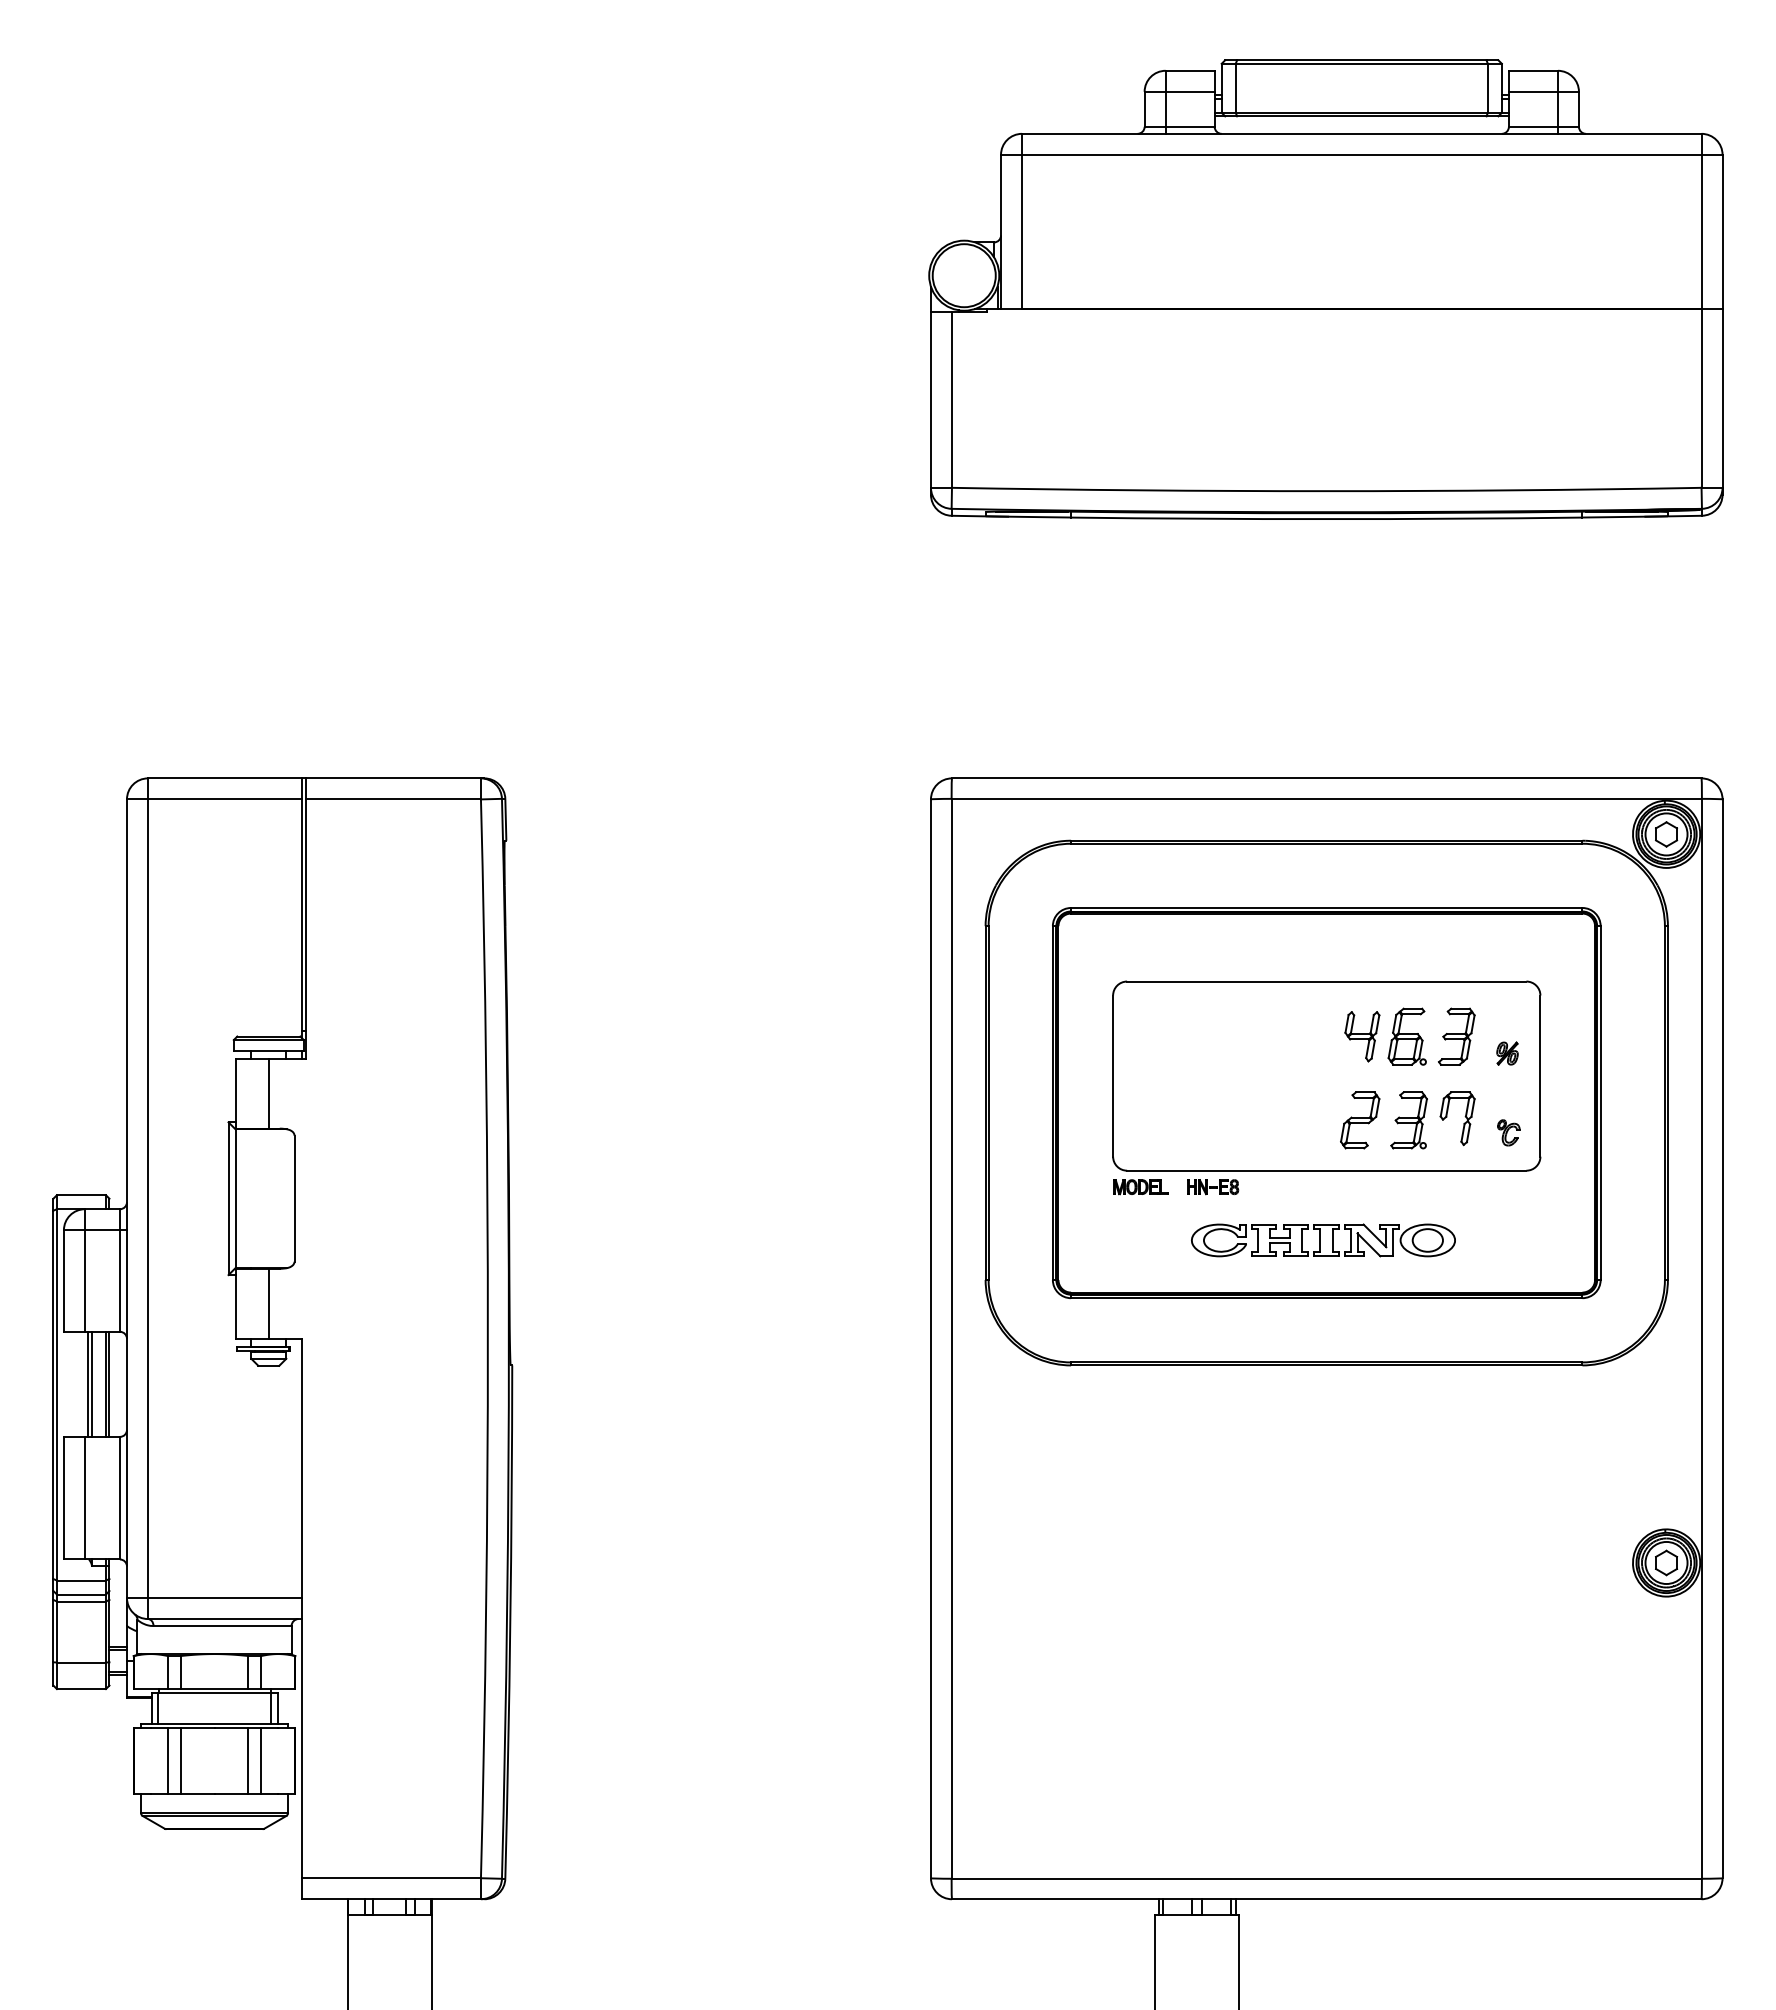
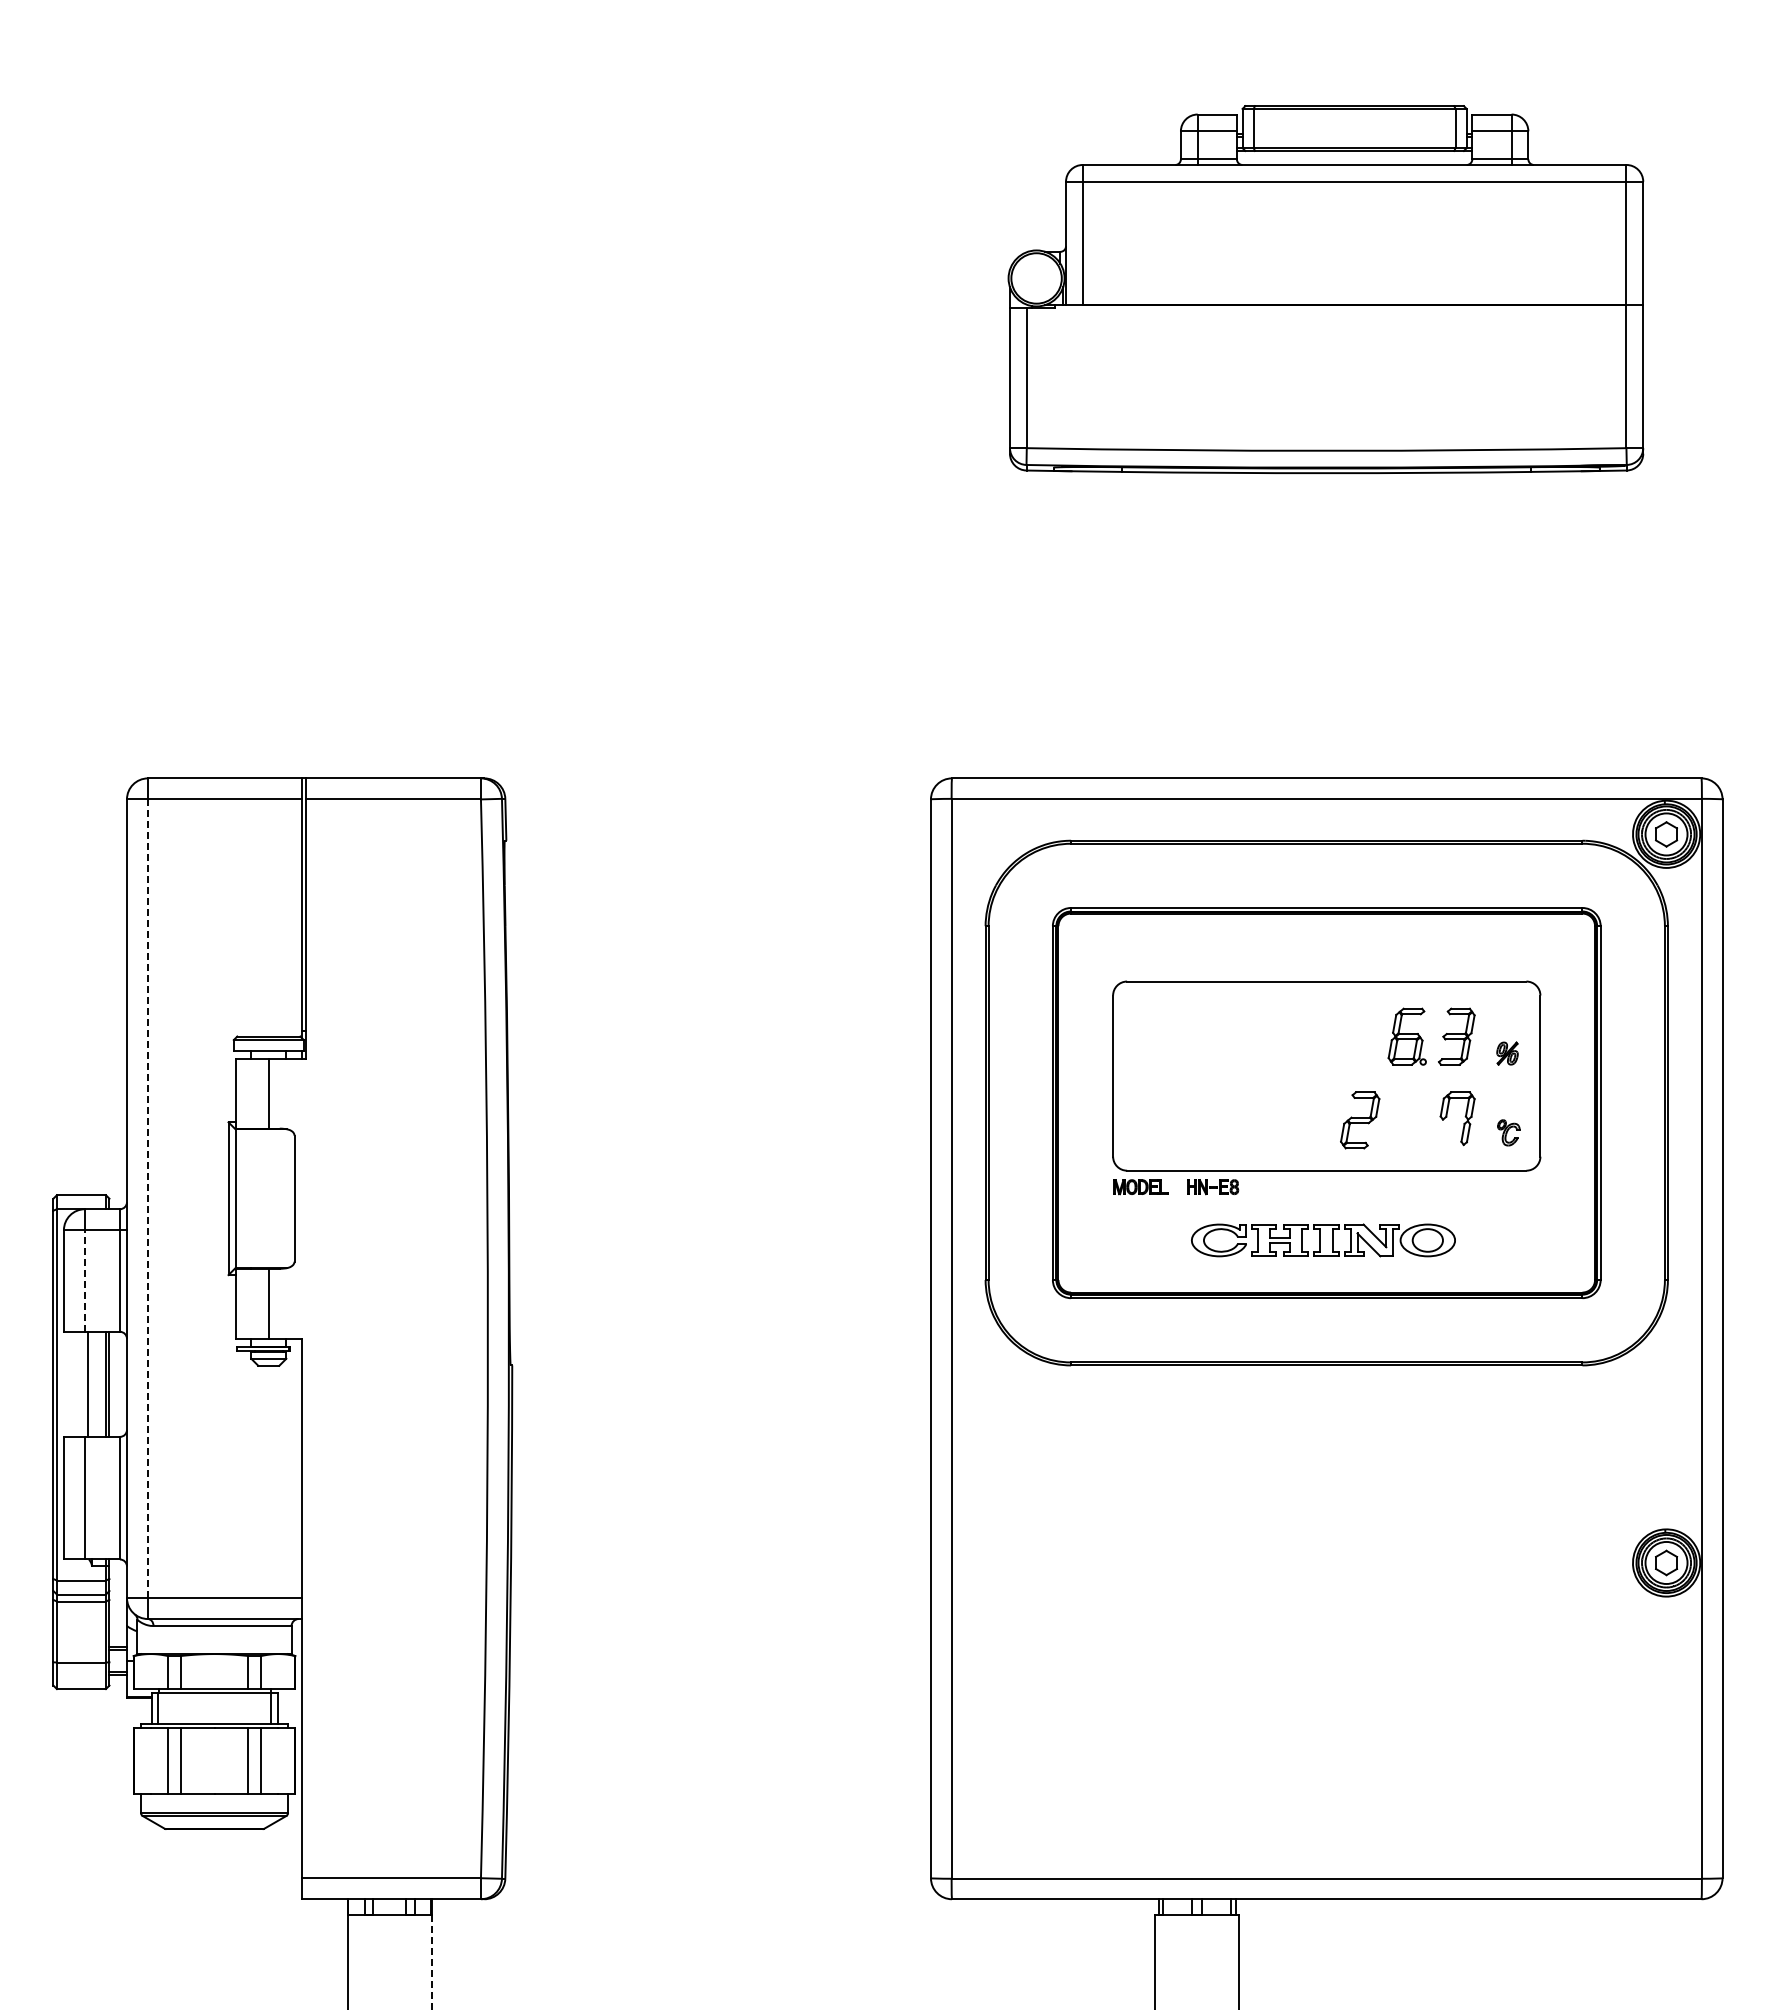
part at (1325, 289) size: 796x461 px -> 638x369 px
part at (1362, 1036): present -> none
part at (1408, 1120): present -> none
line at (148, 1198): solid -> dashed
line at (84, 1281): solid -> dashed
line at (91, 1383): present -> none
line at (431, 1962): solid -> dashed
